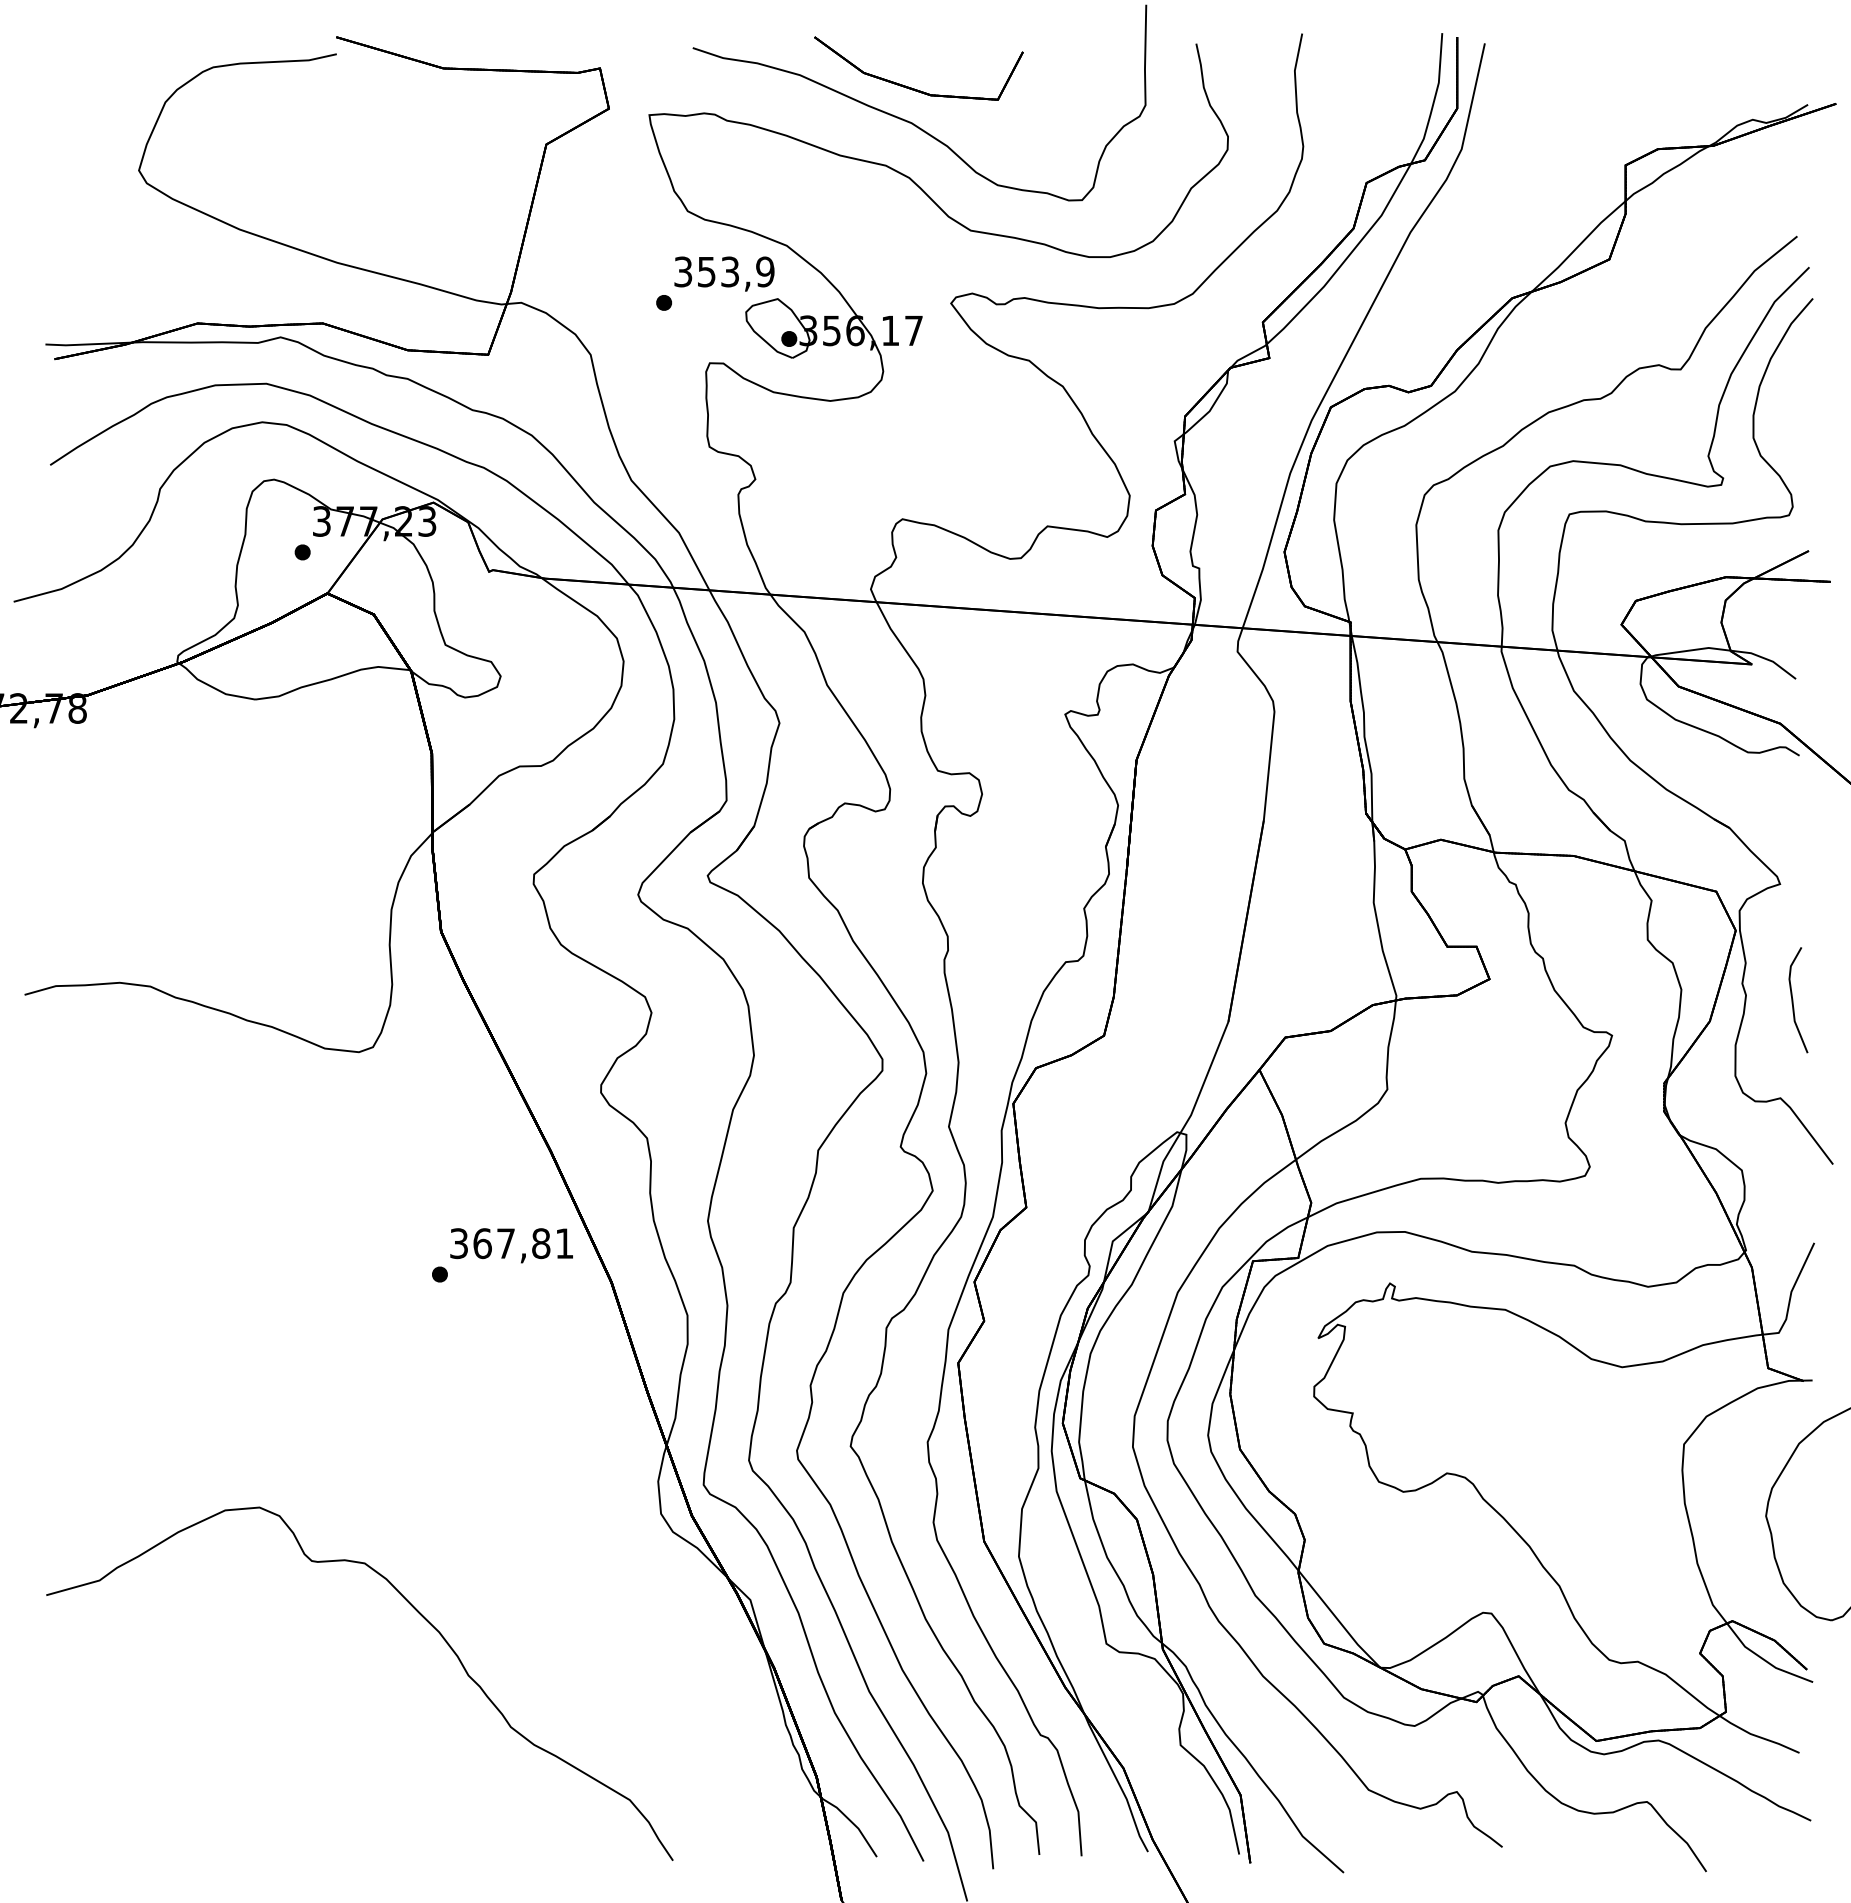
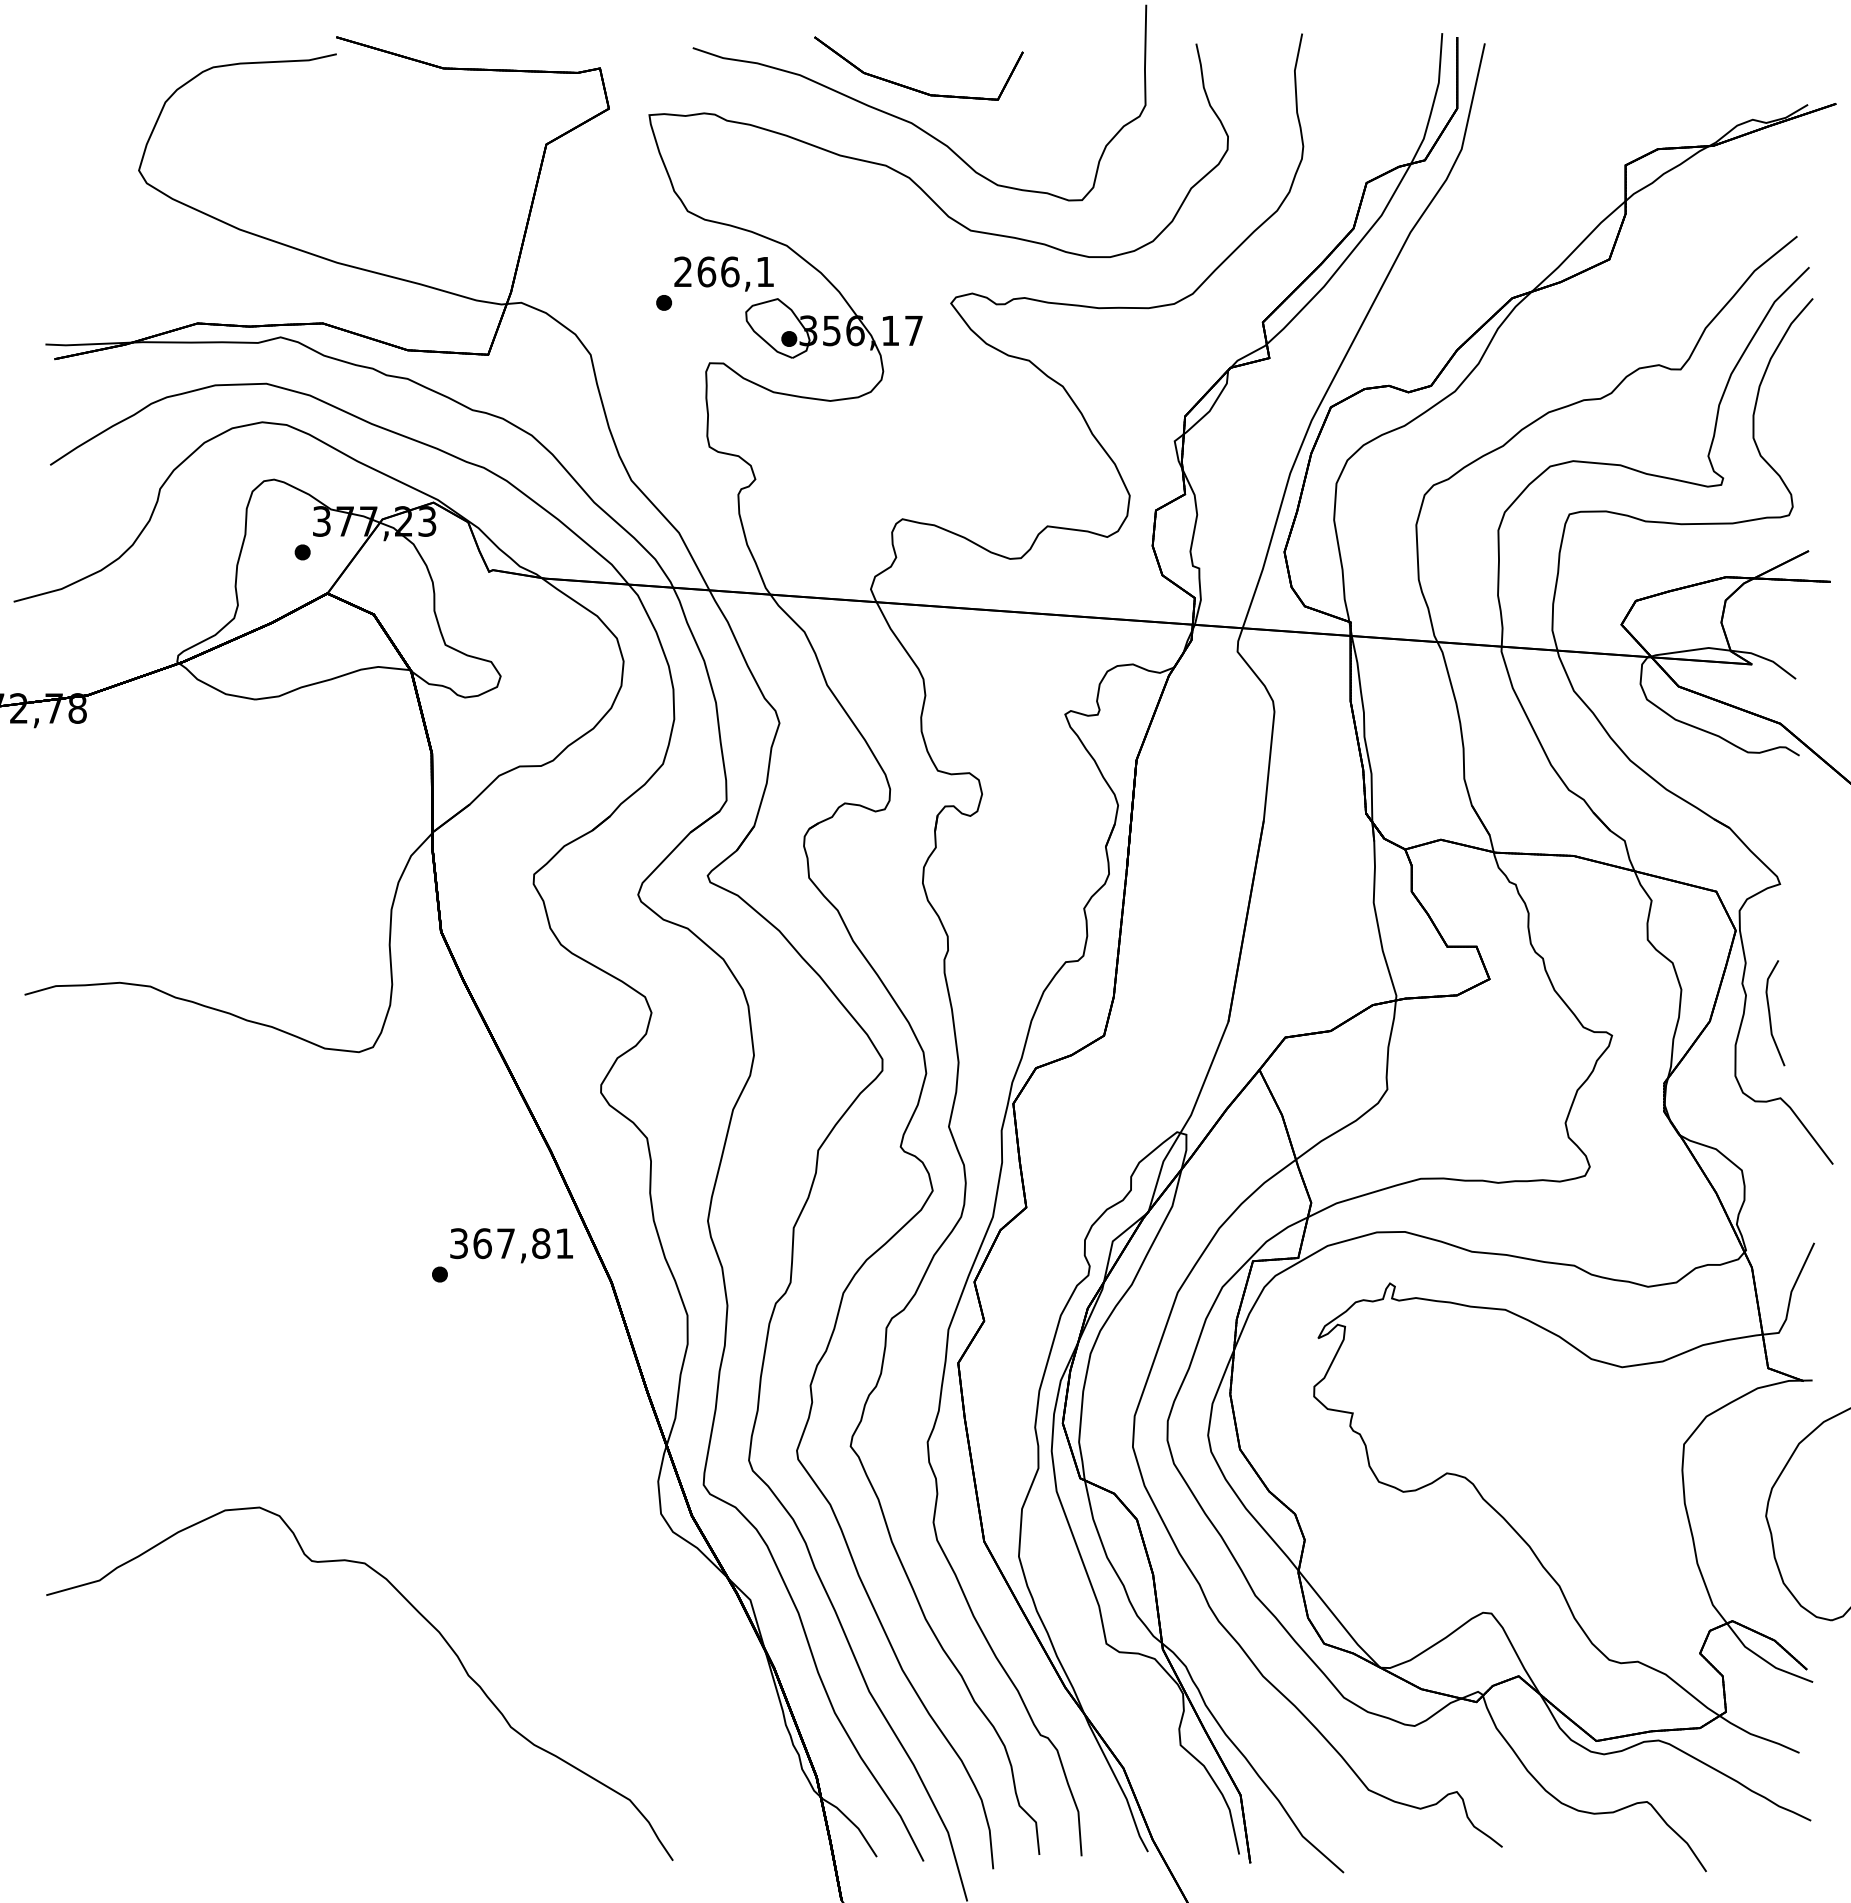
text at (724, 271): 353,9 -> 266,1
curve at (1793, 1000) position: (1793, 1000) -> (1770, 1013)
